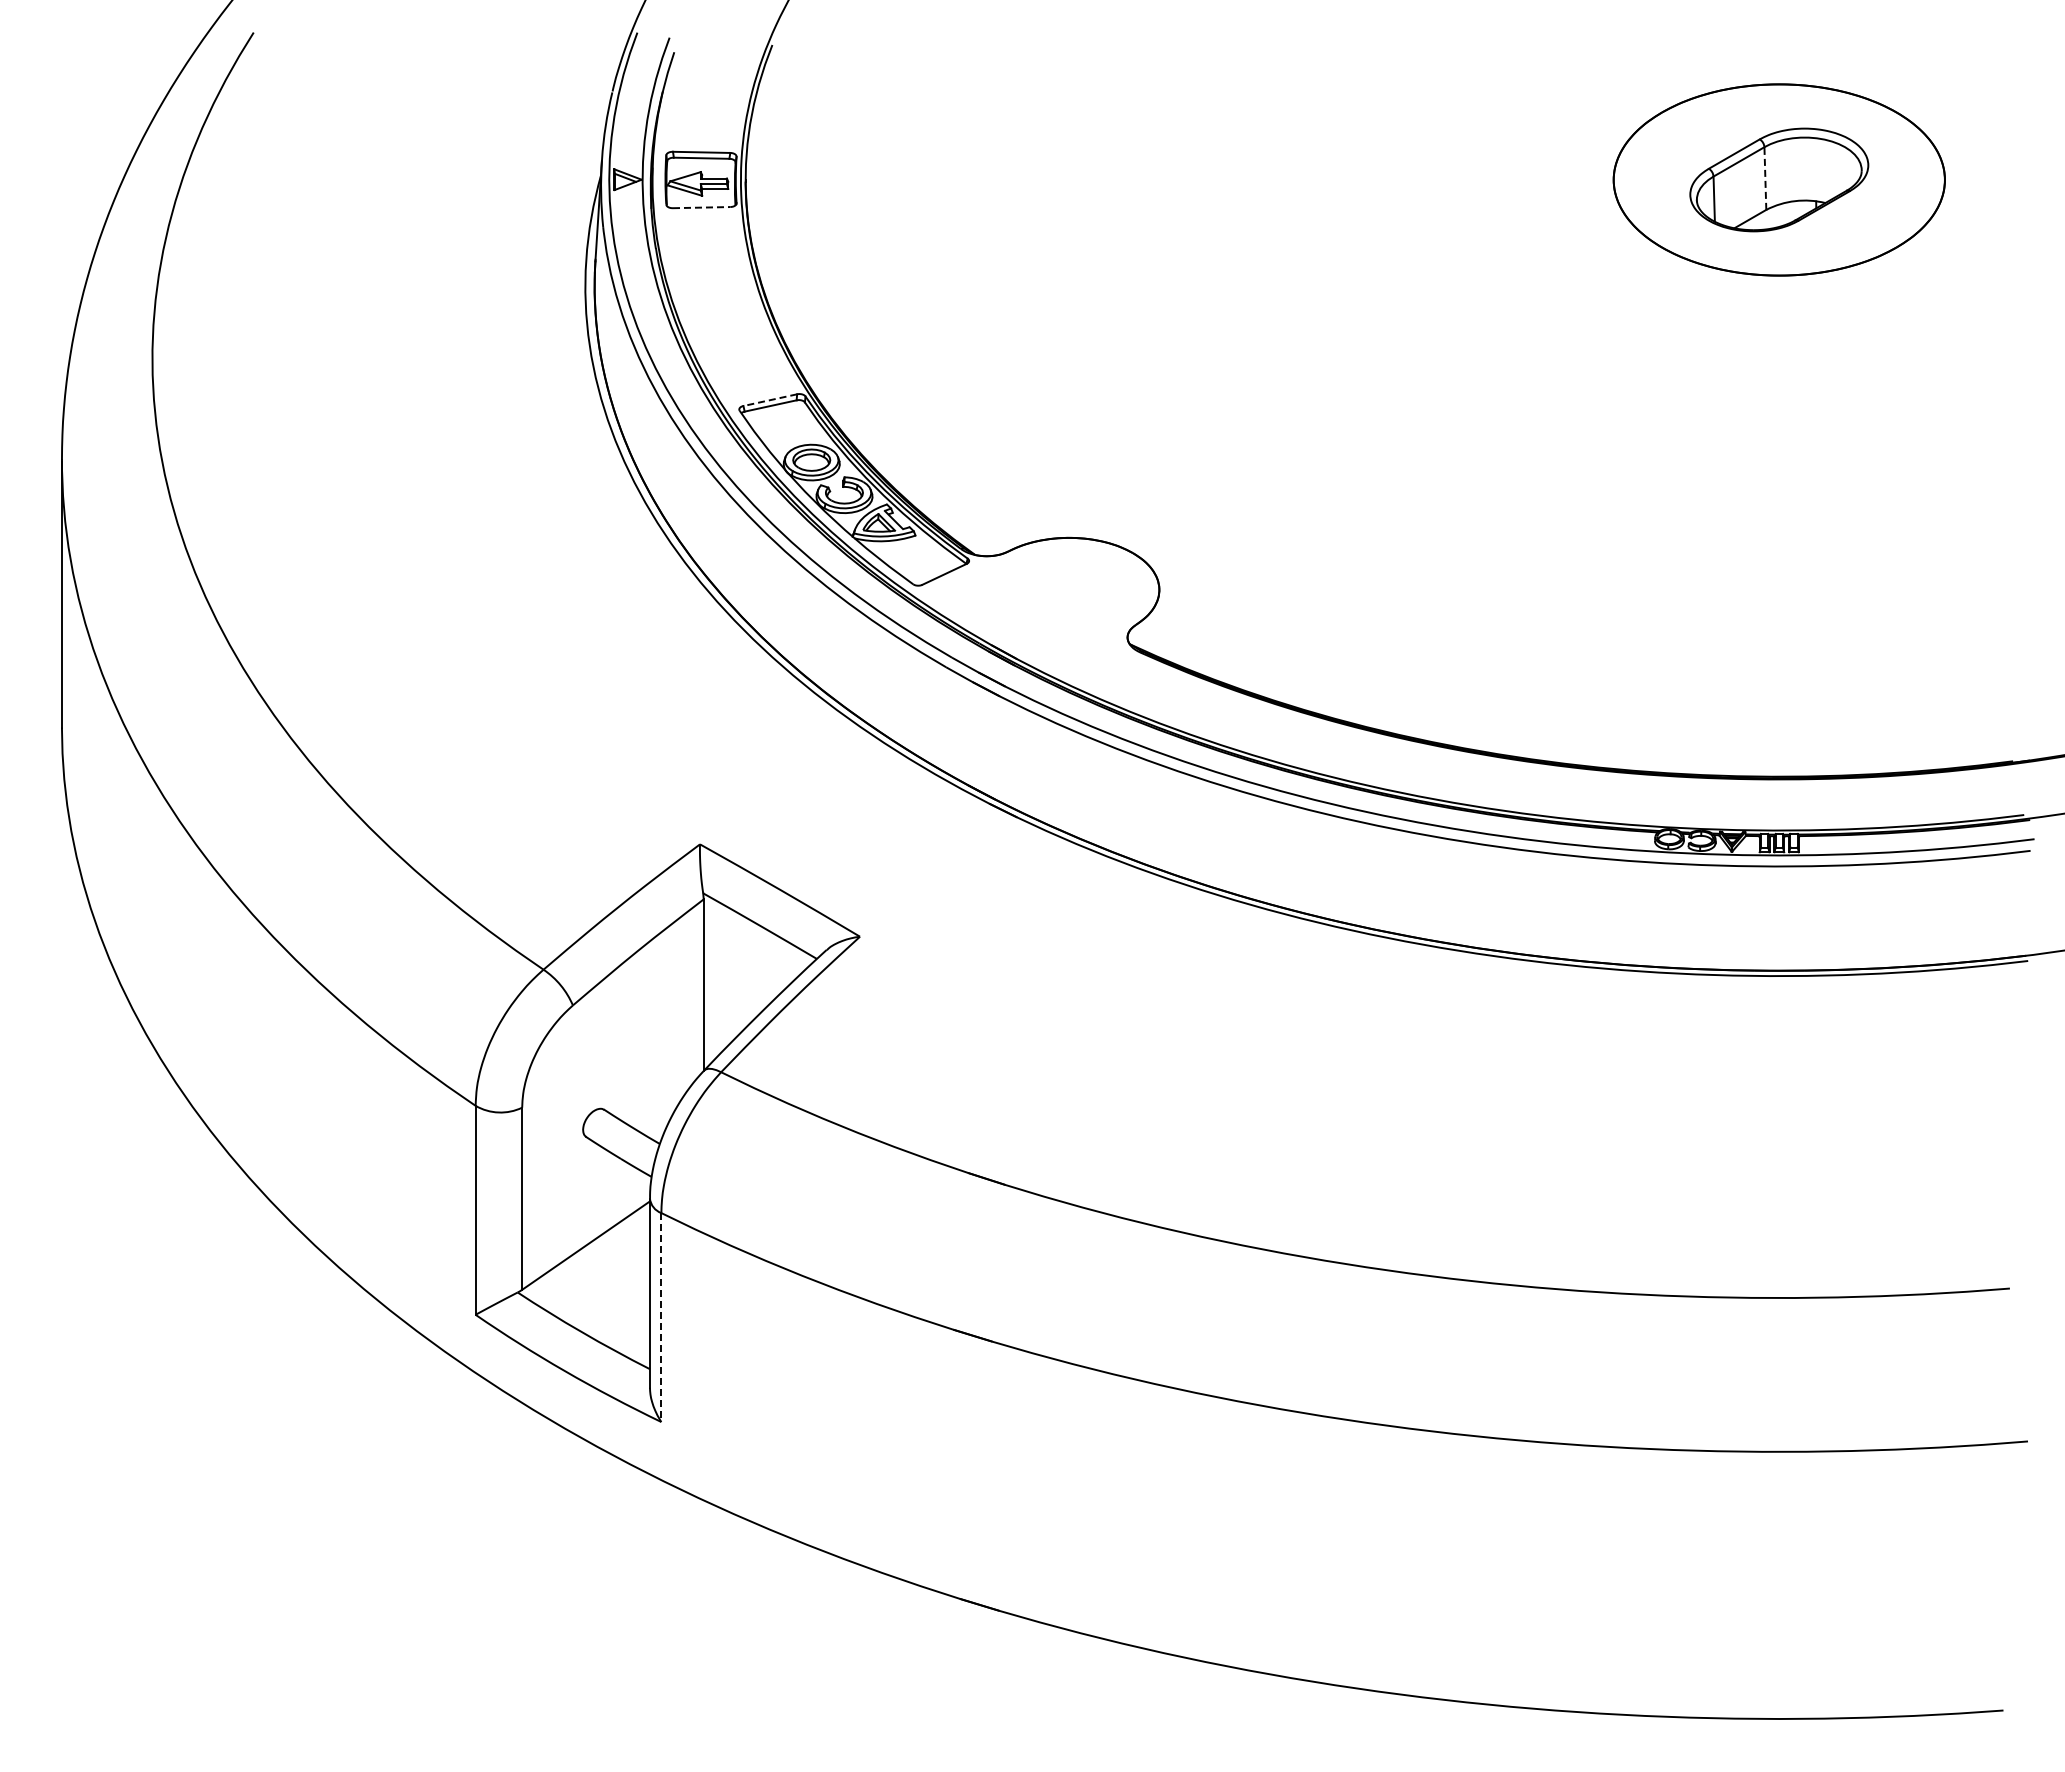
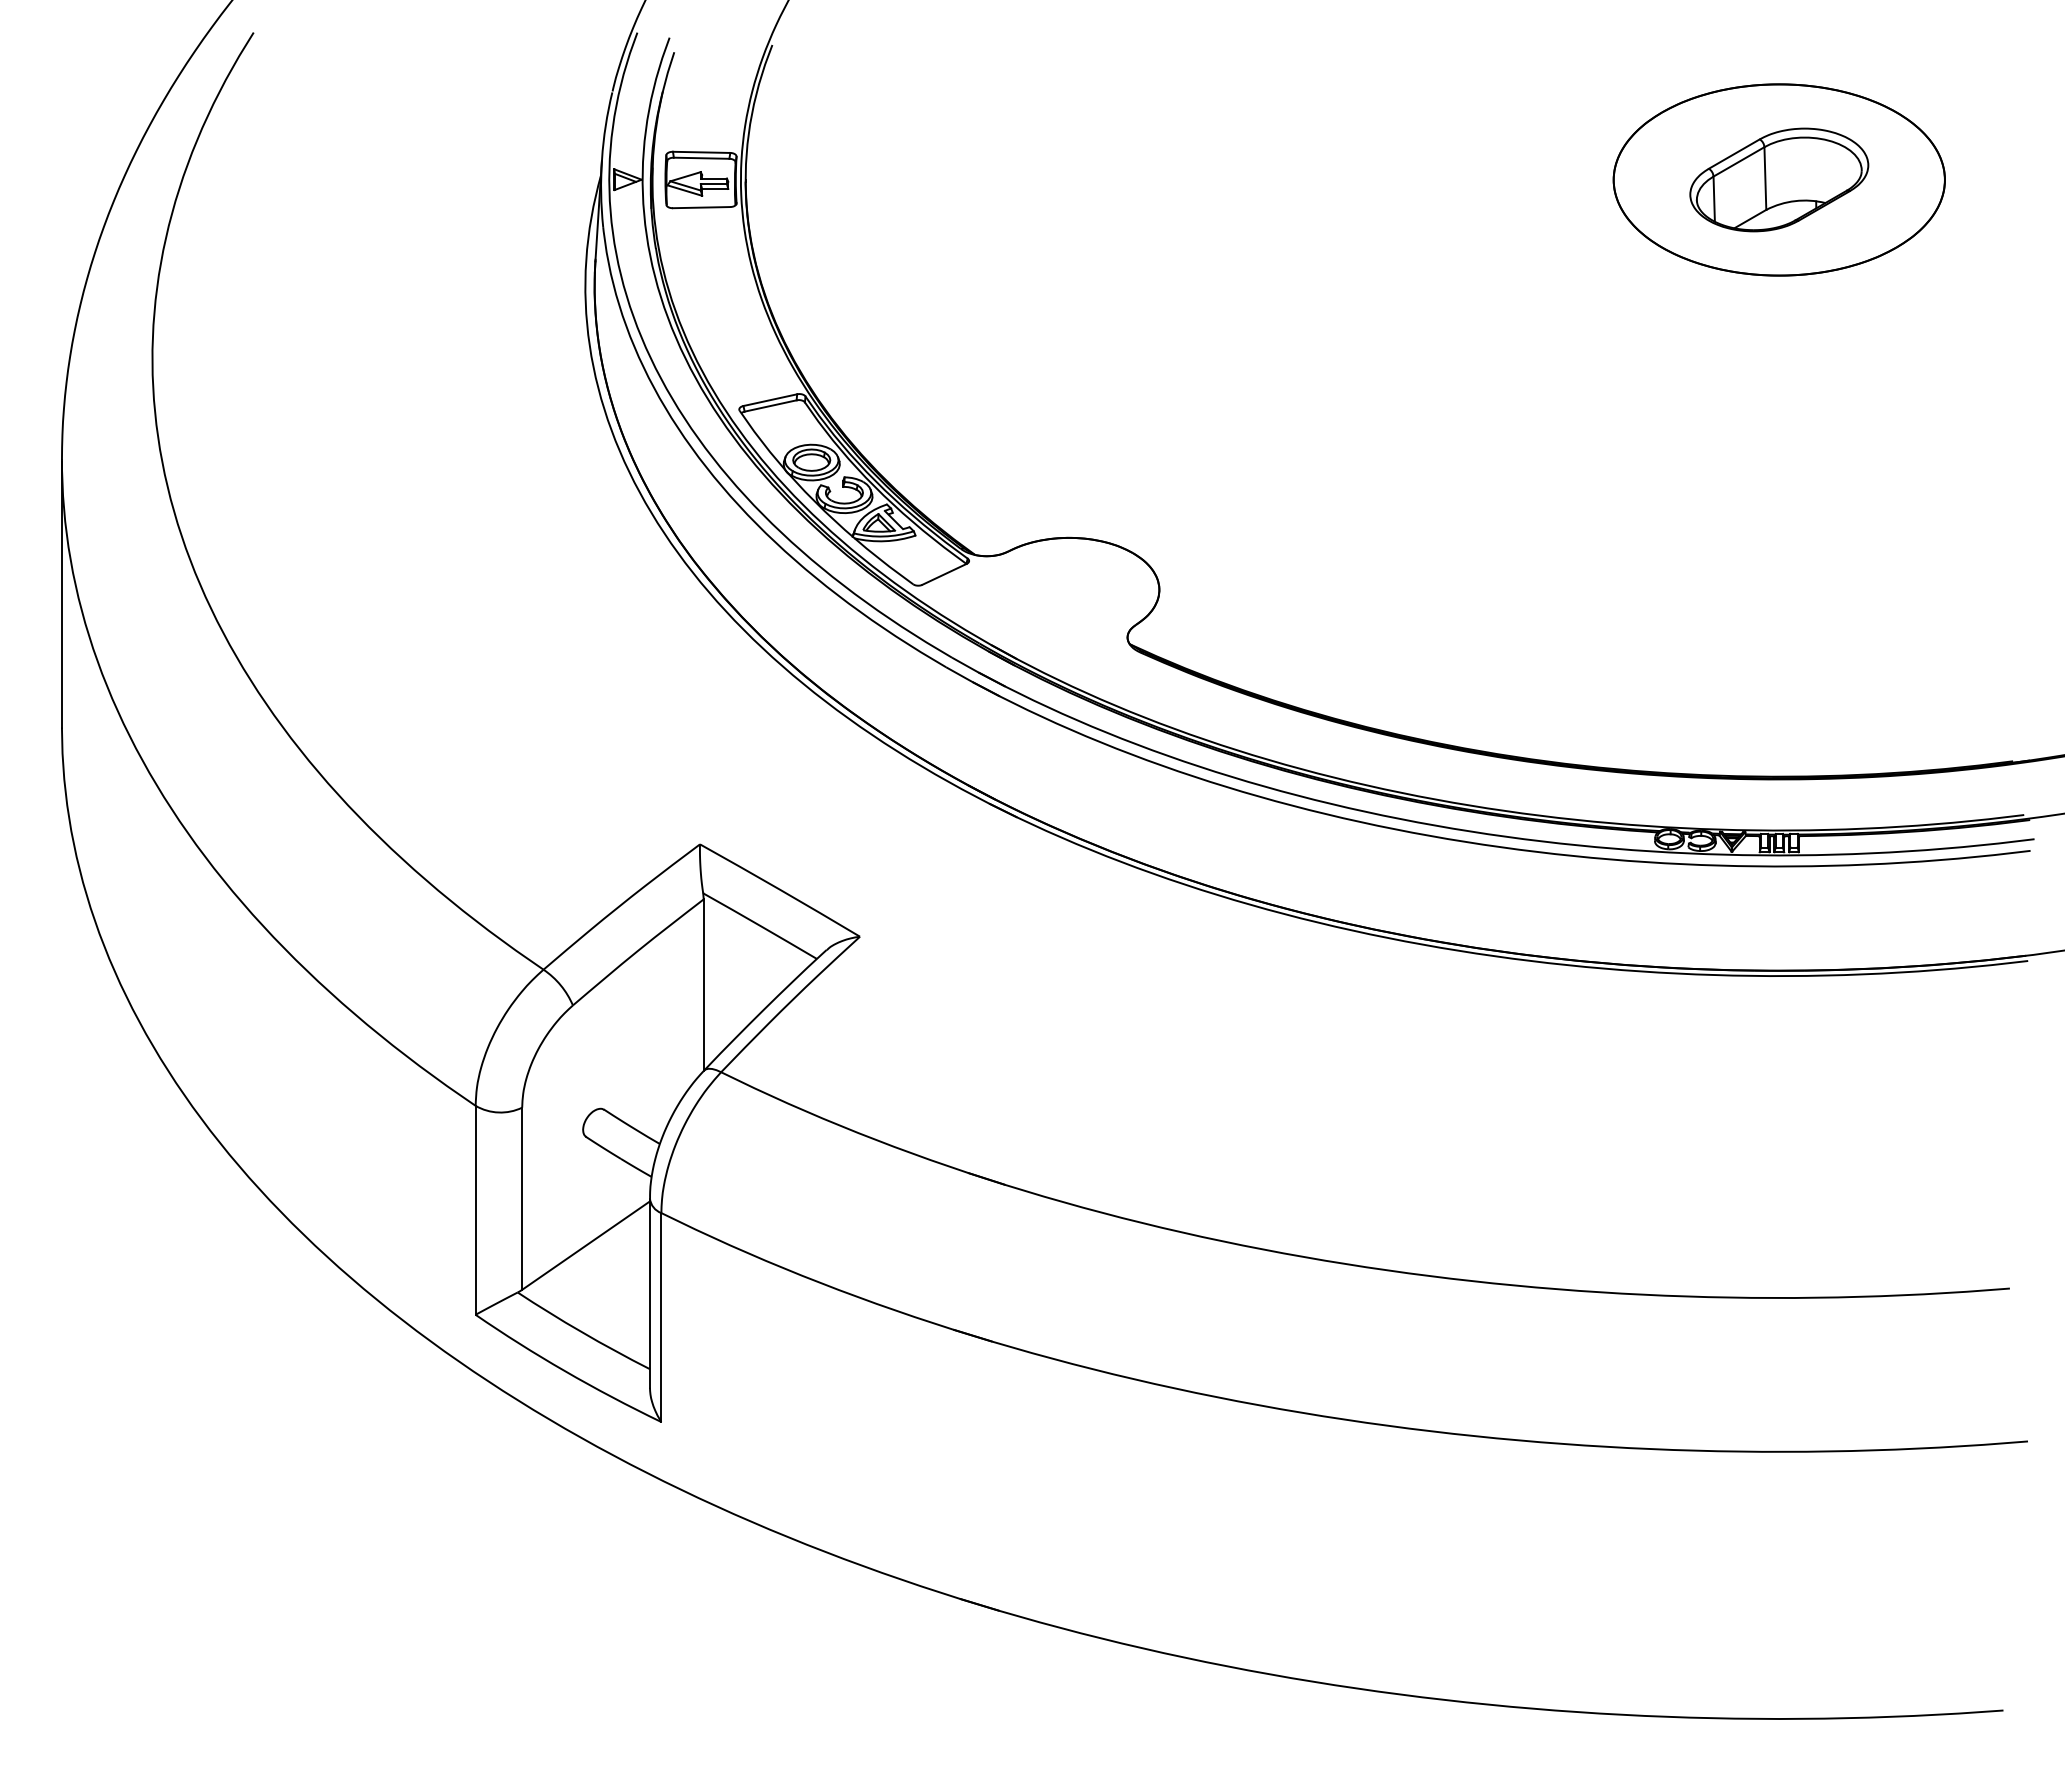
line at (1765, 178): dashed -> solid
line at (701, 207): dashed -> solid
line at (769, 400): dashed -> solid
line at (661, 1318): dashed -> solid
